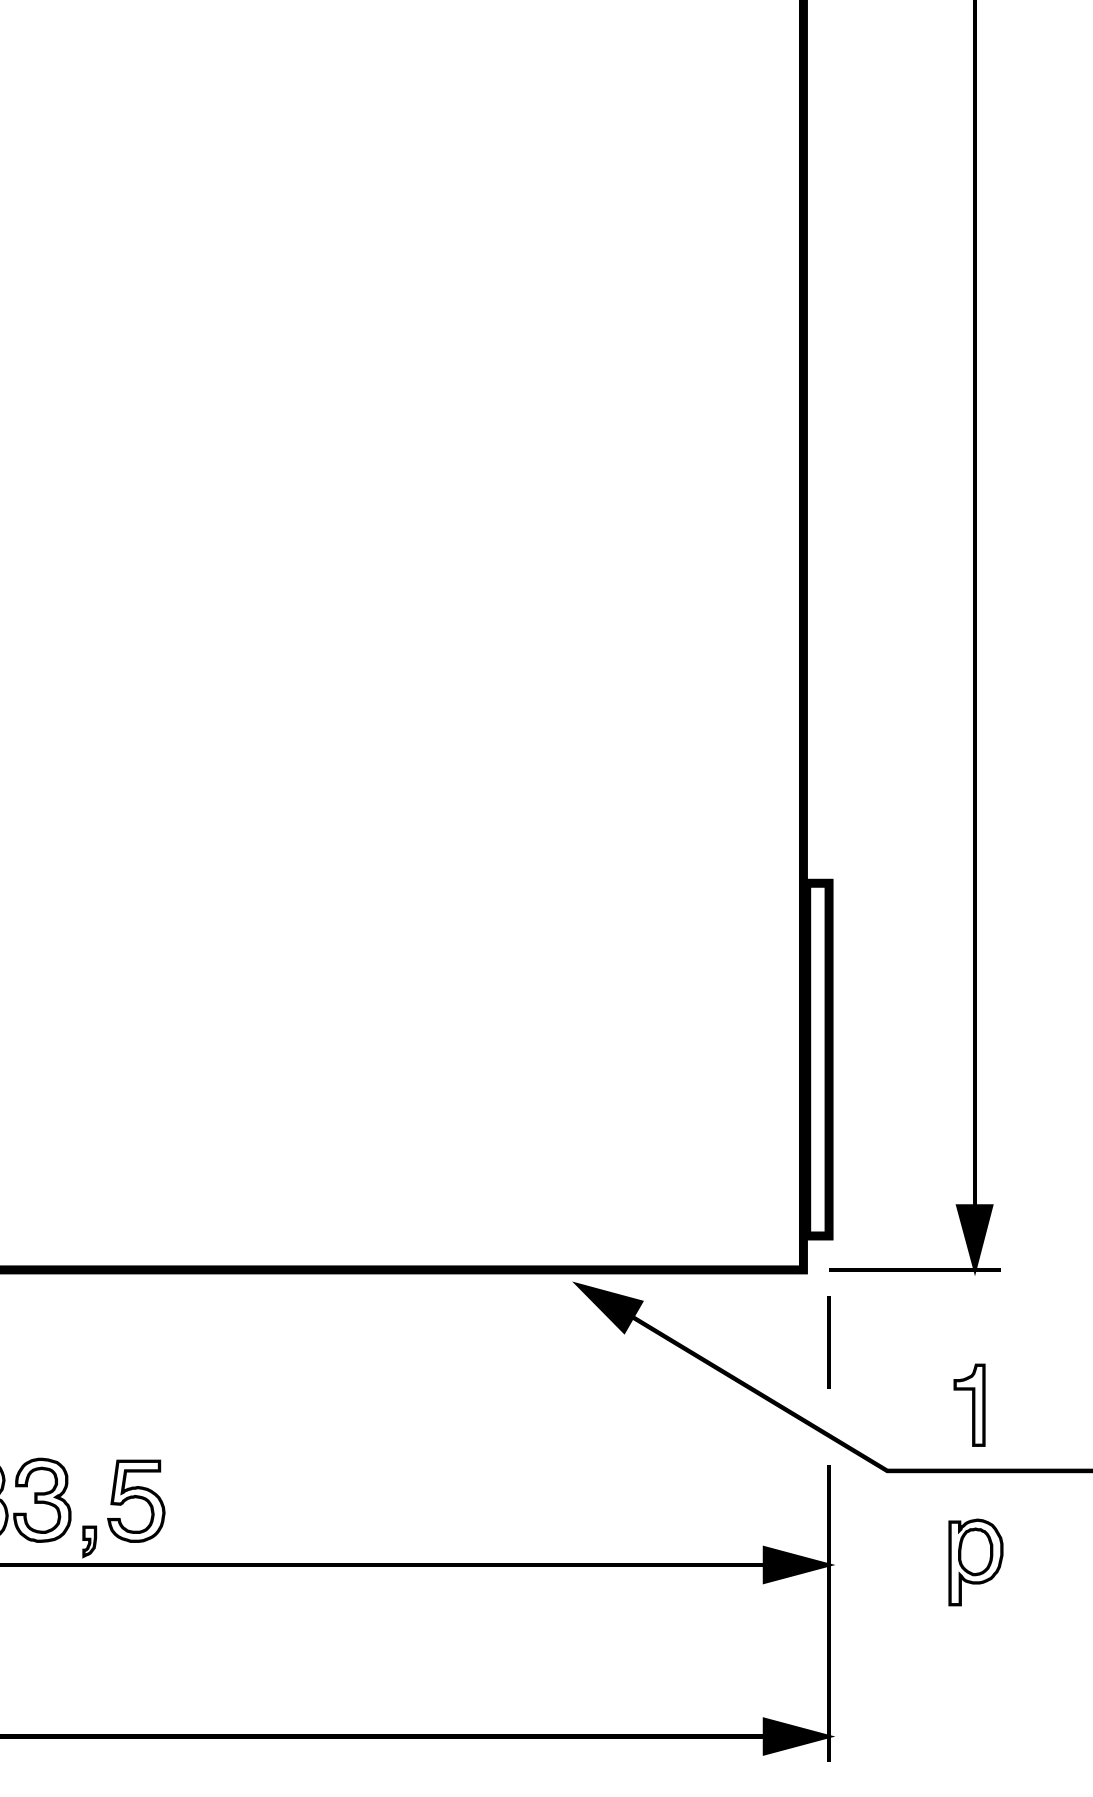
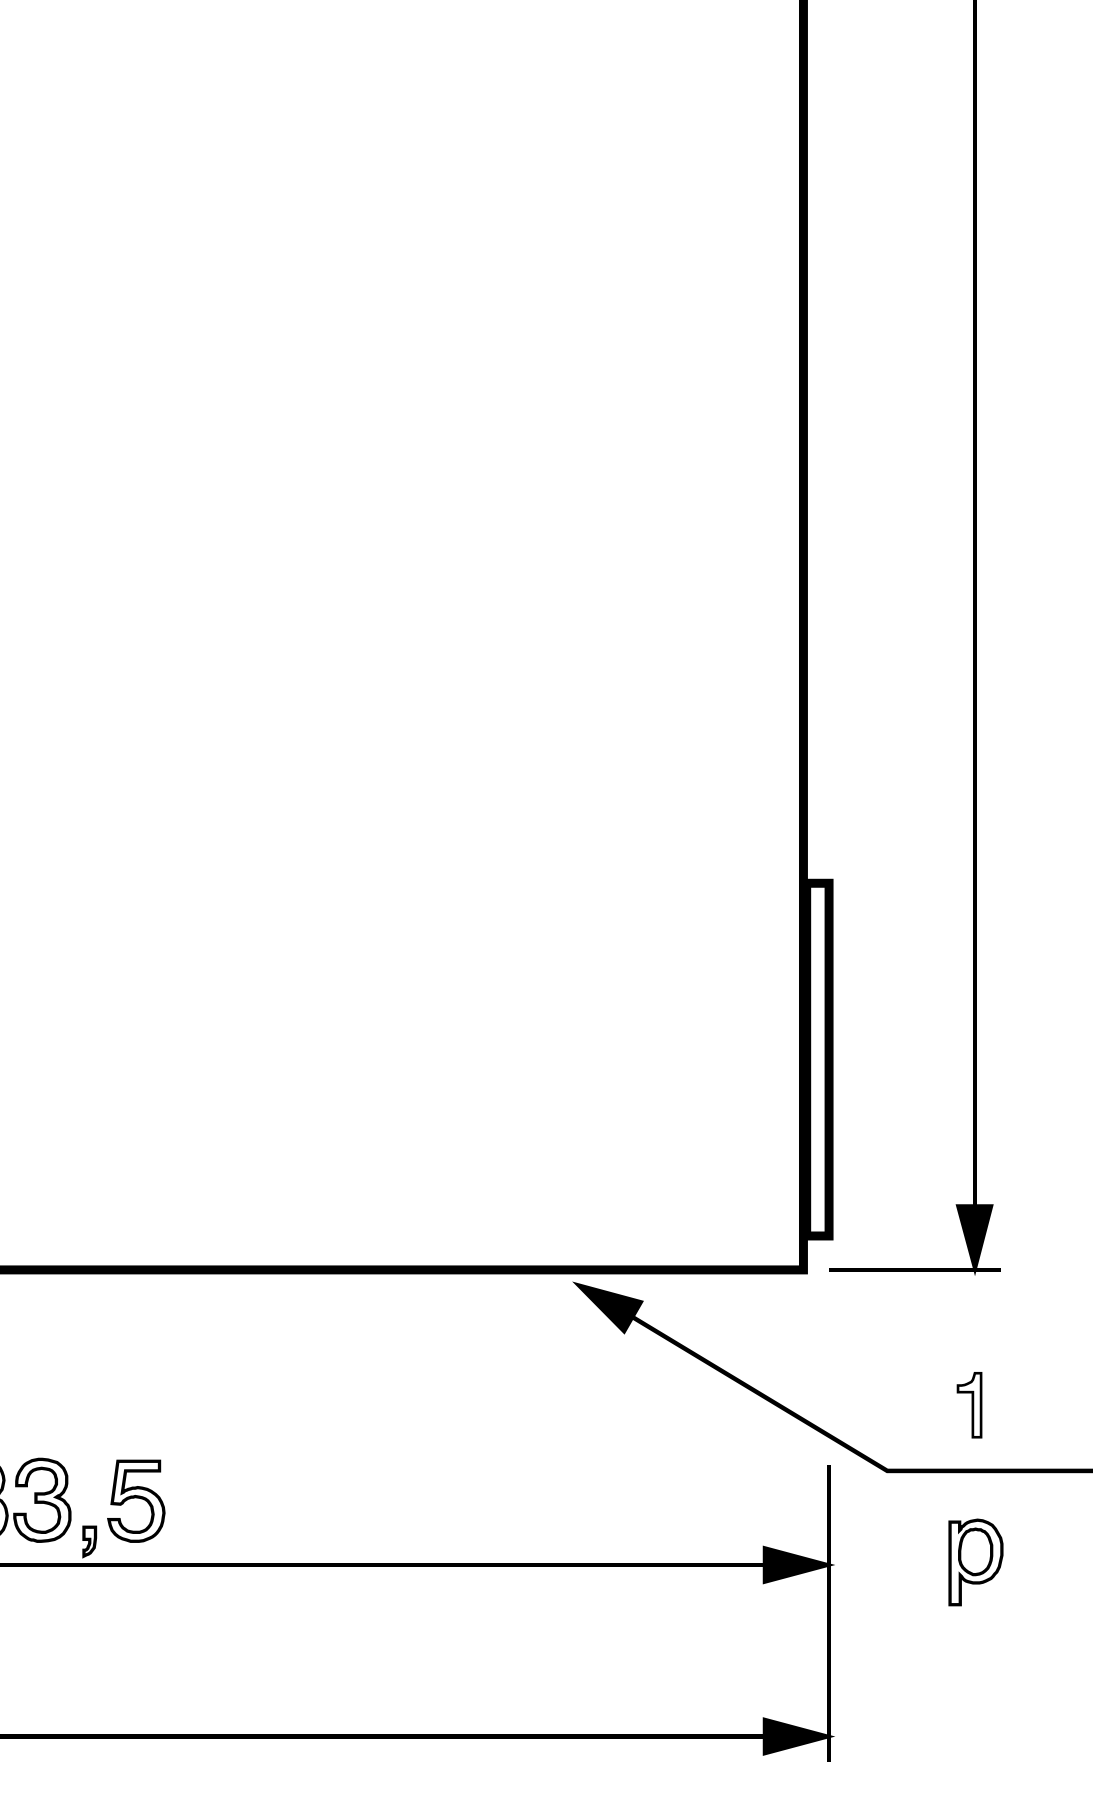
line at (828, 1342): present -> none
part at (969, 1404) size: 33x84 px -> 27x67 px
